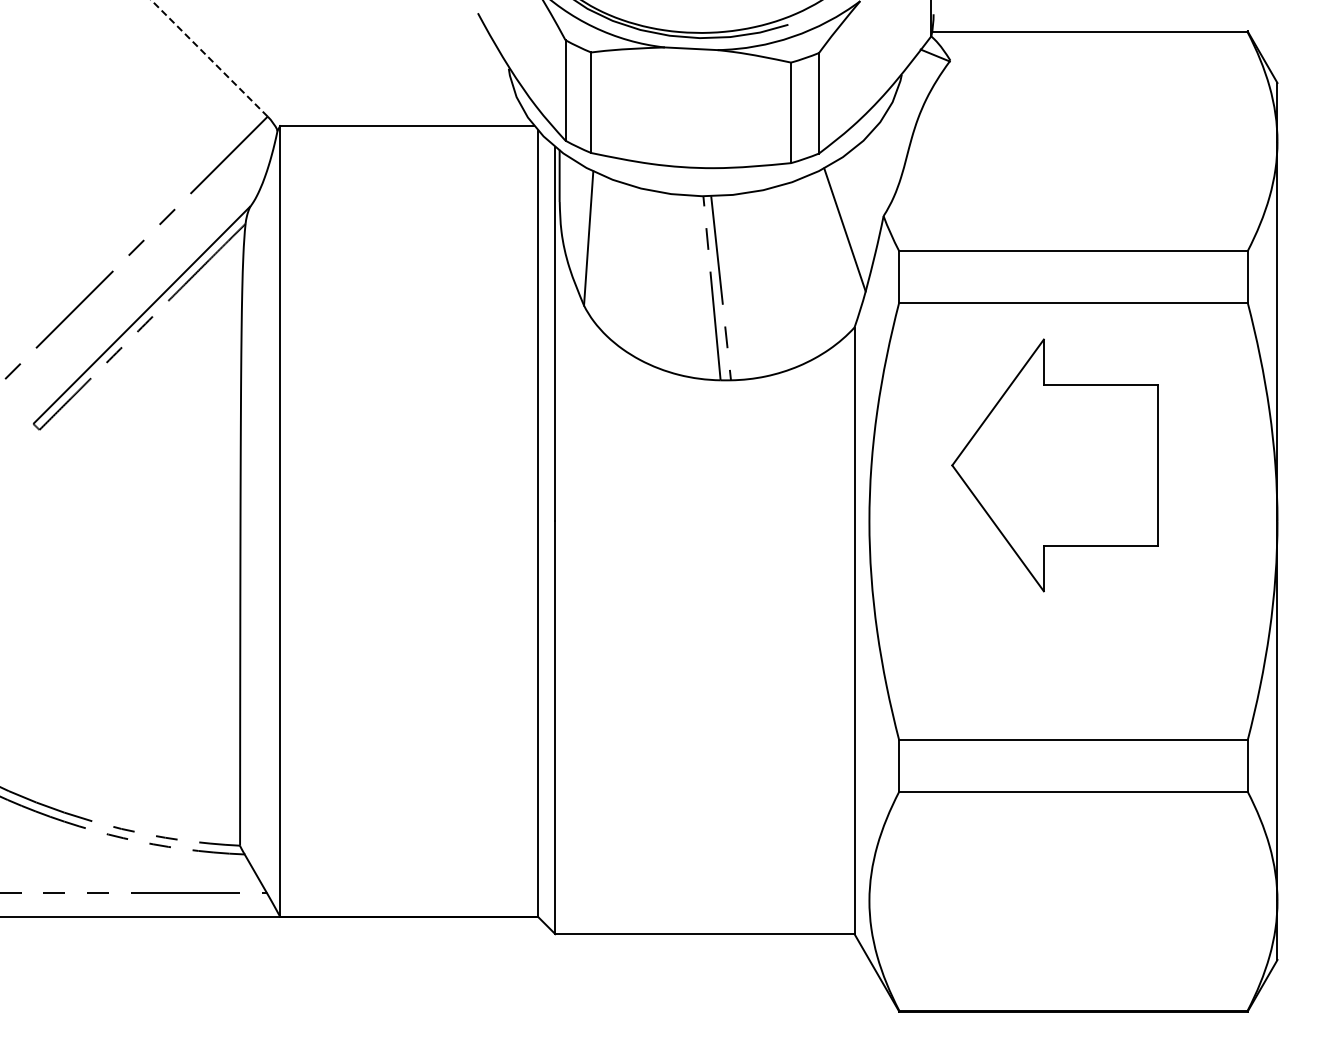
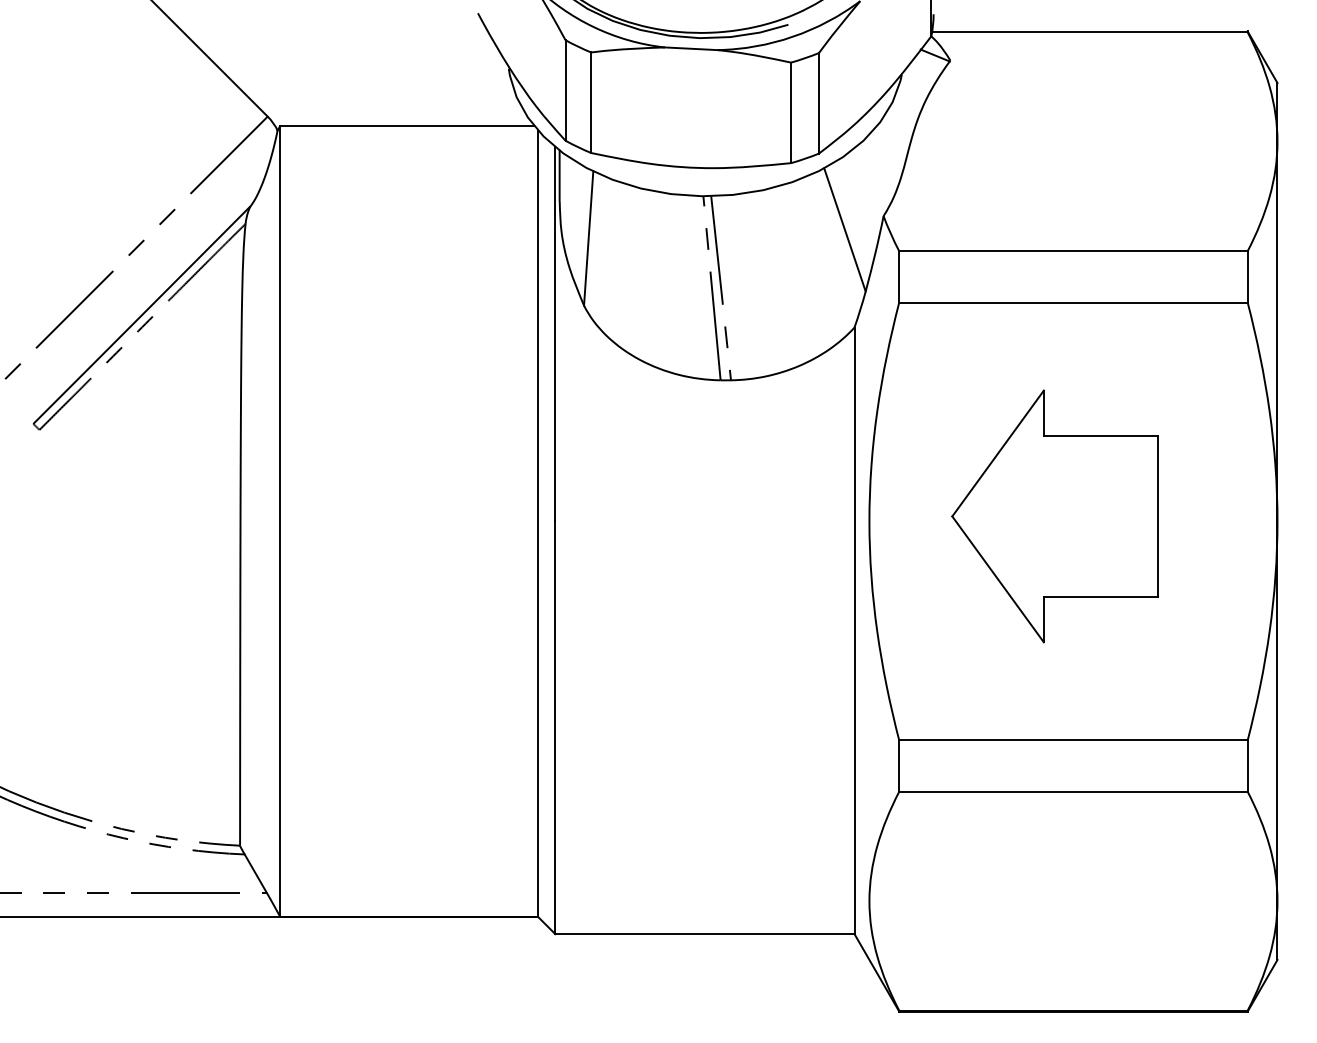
line at (209, 57): dashed -> solid
part at (1054, 465) position: (1054, 465) -> (1054, 516)
